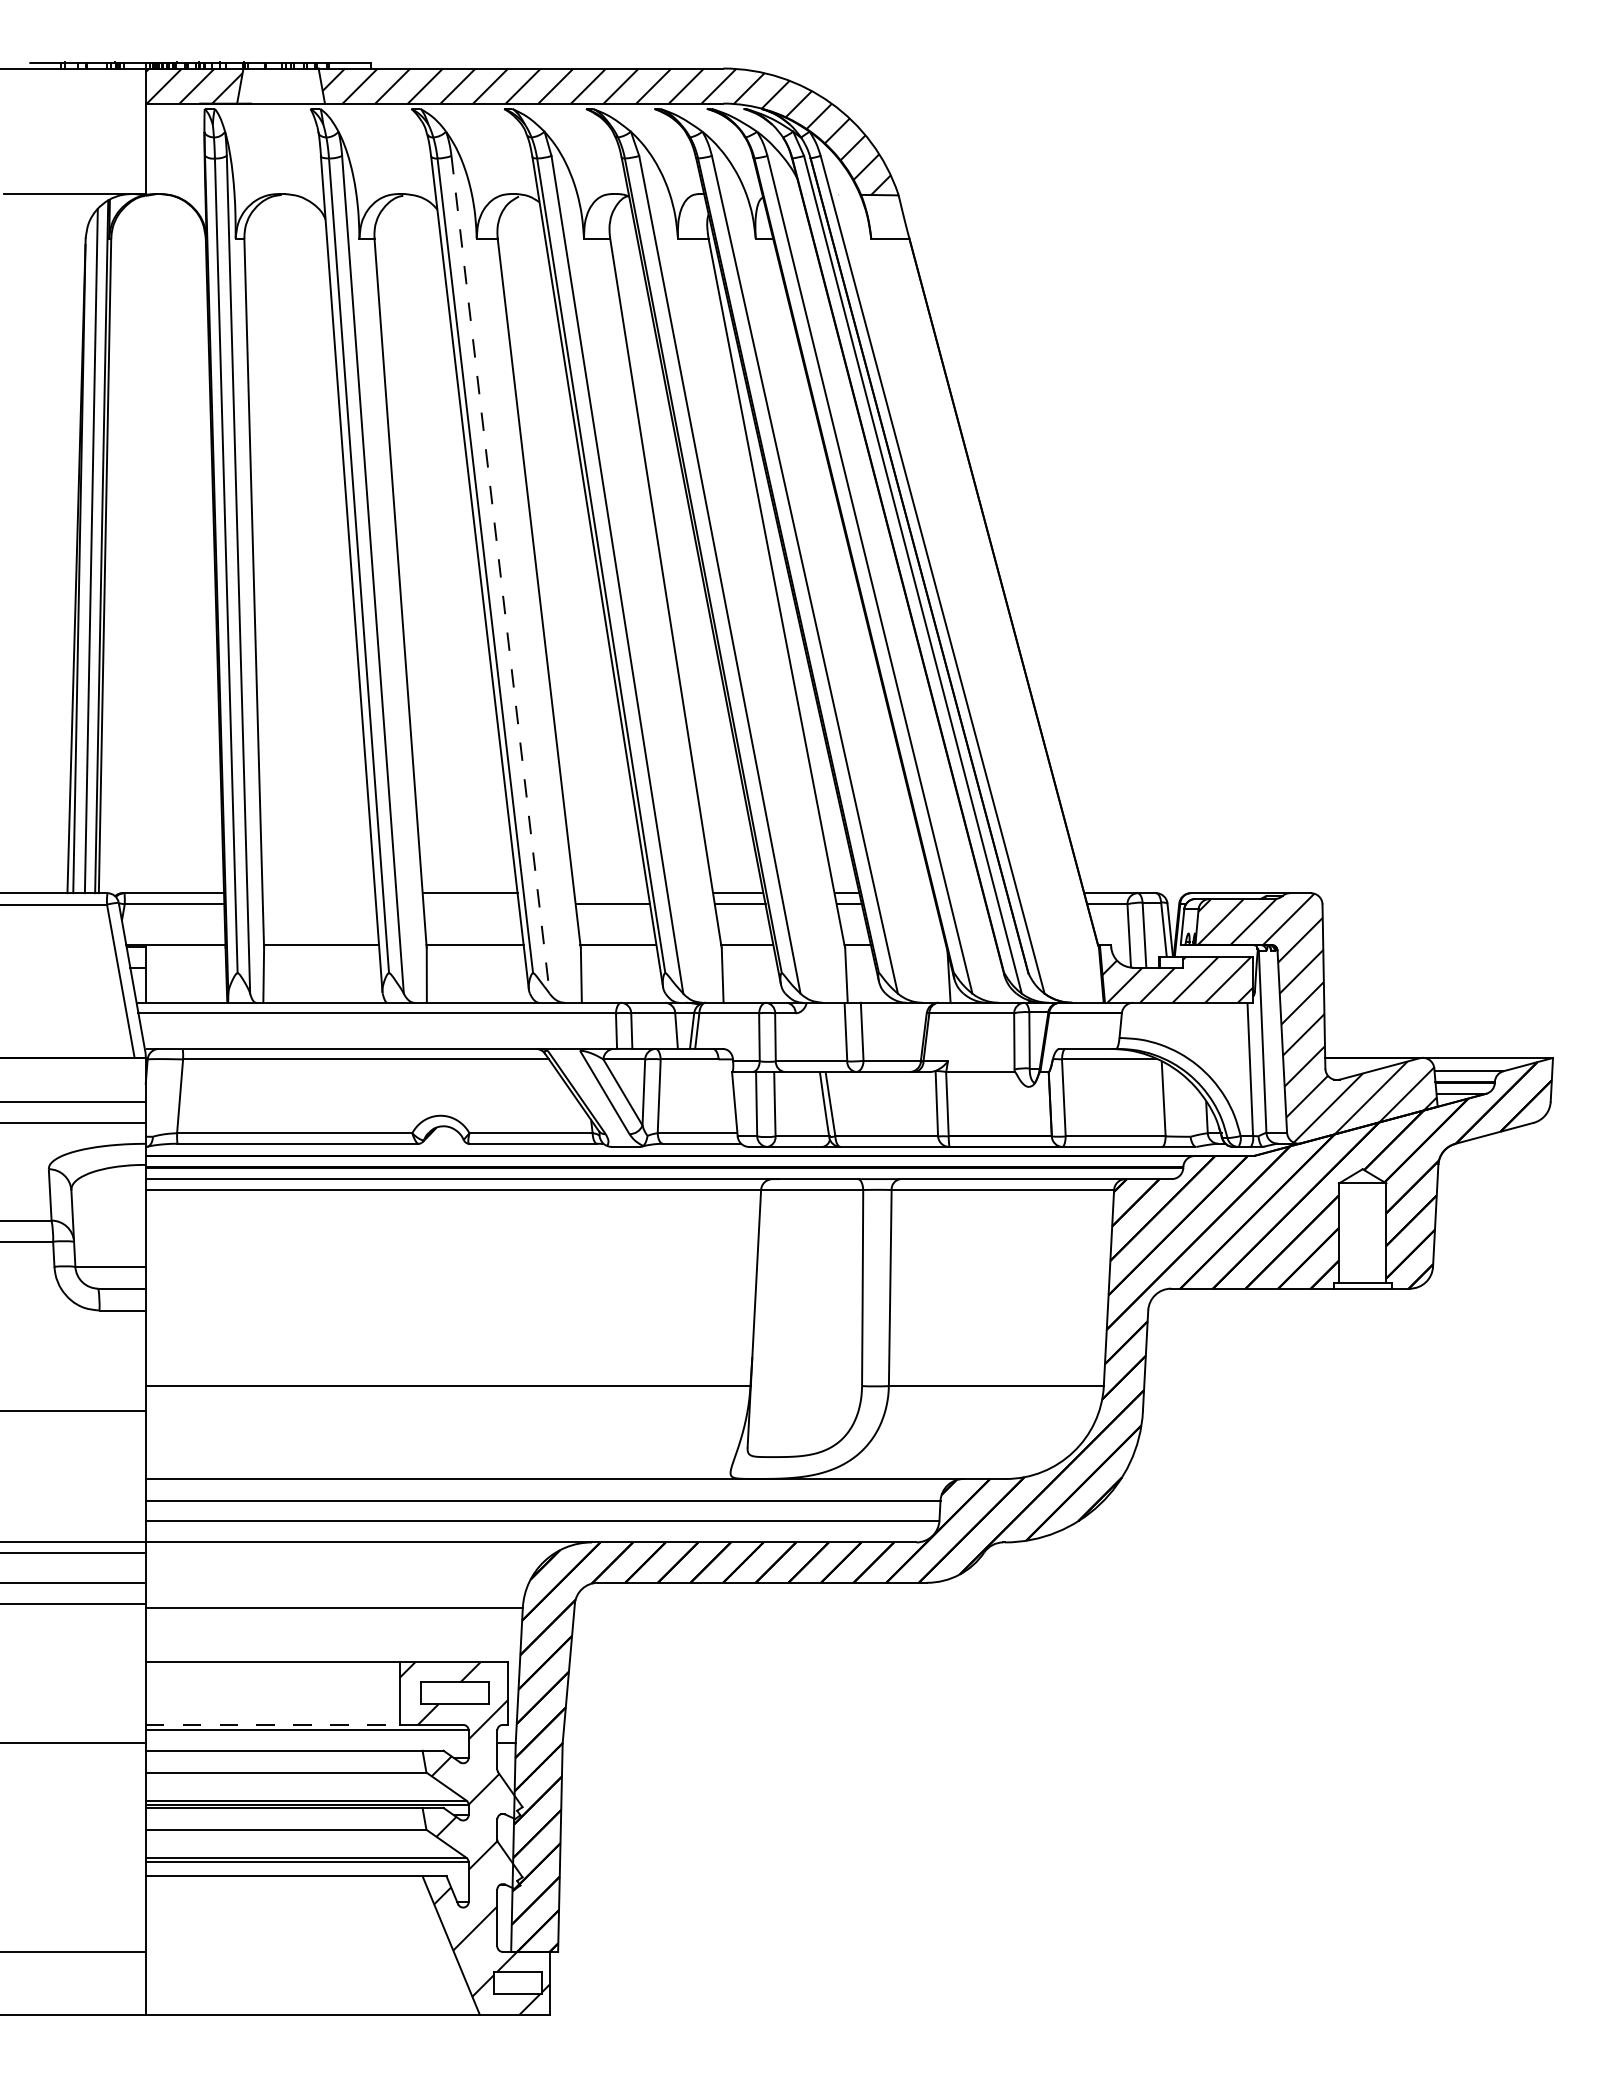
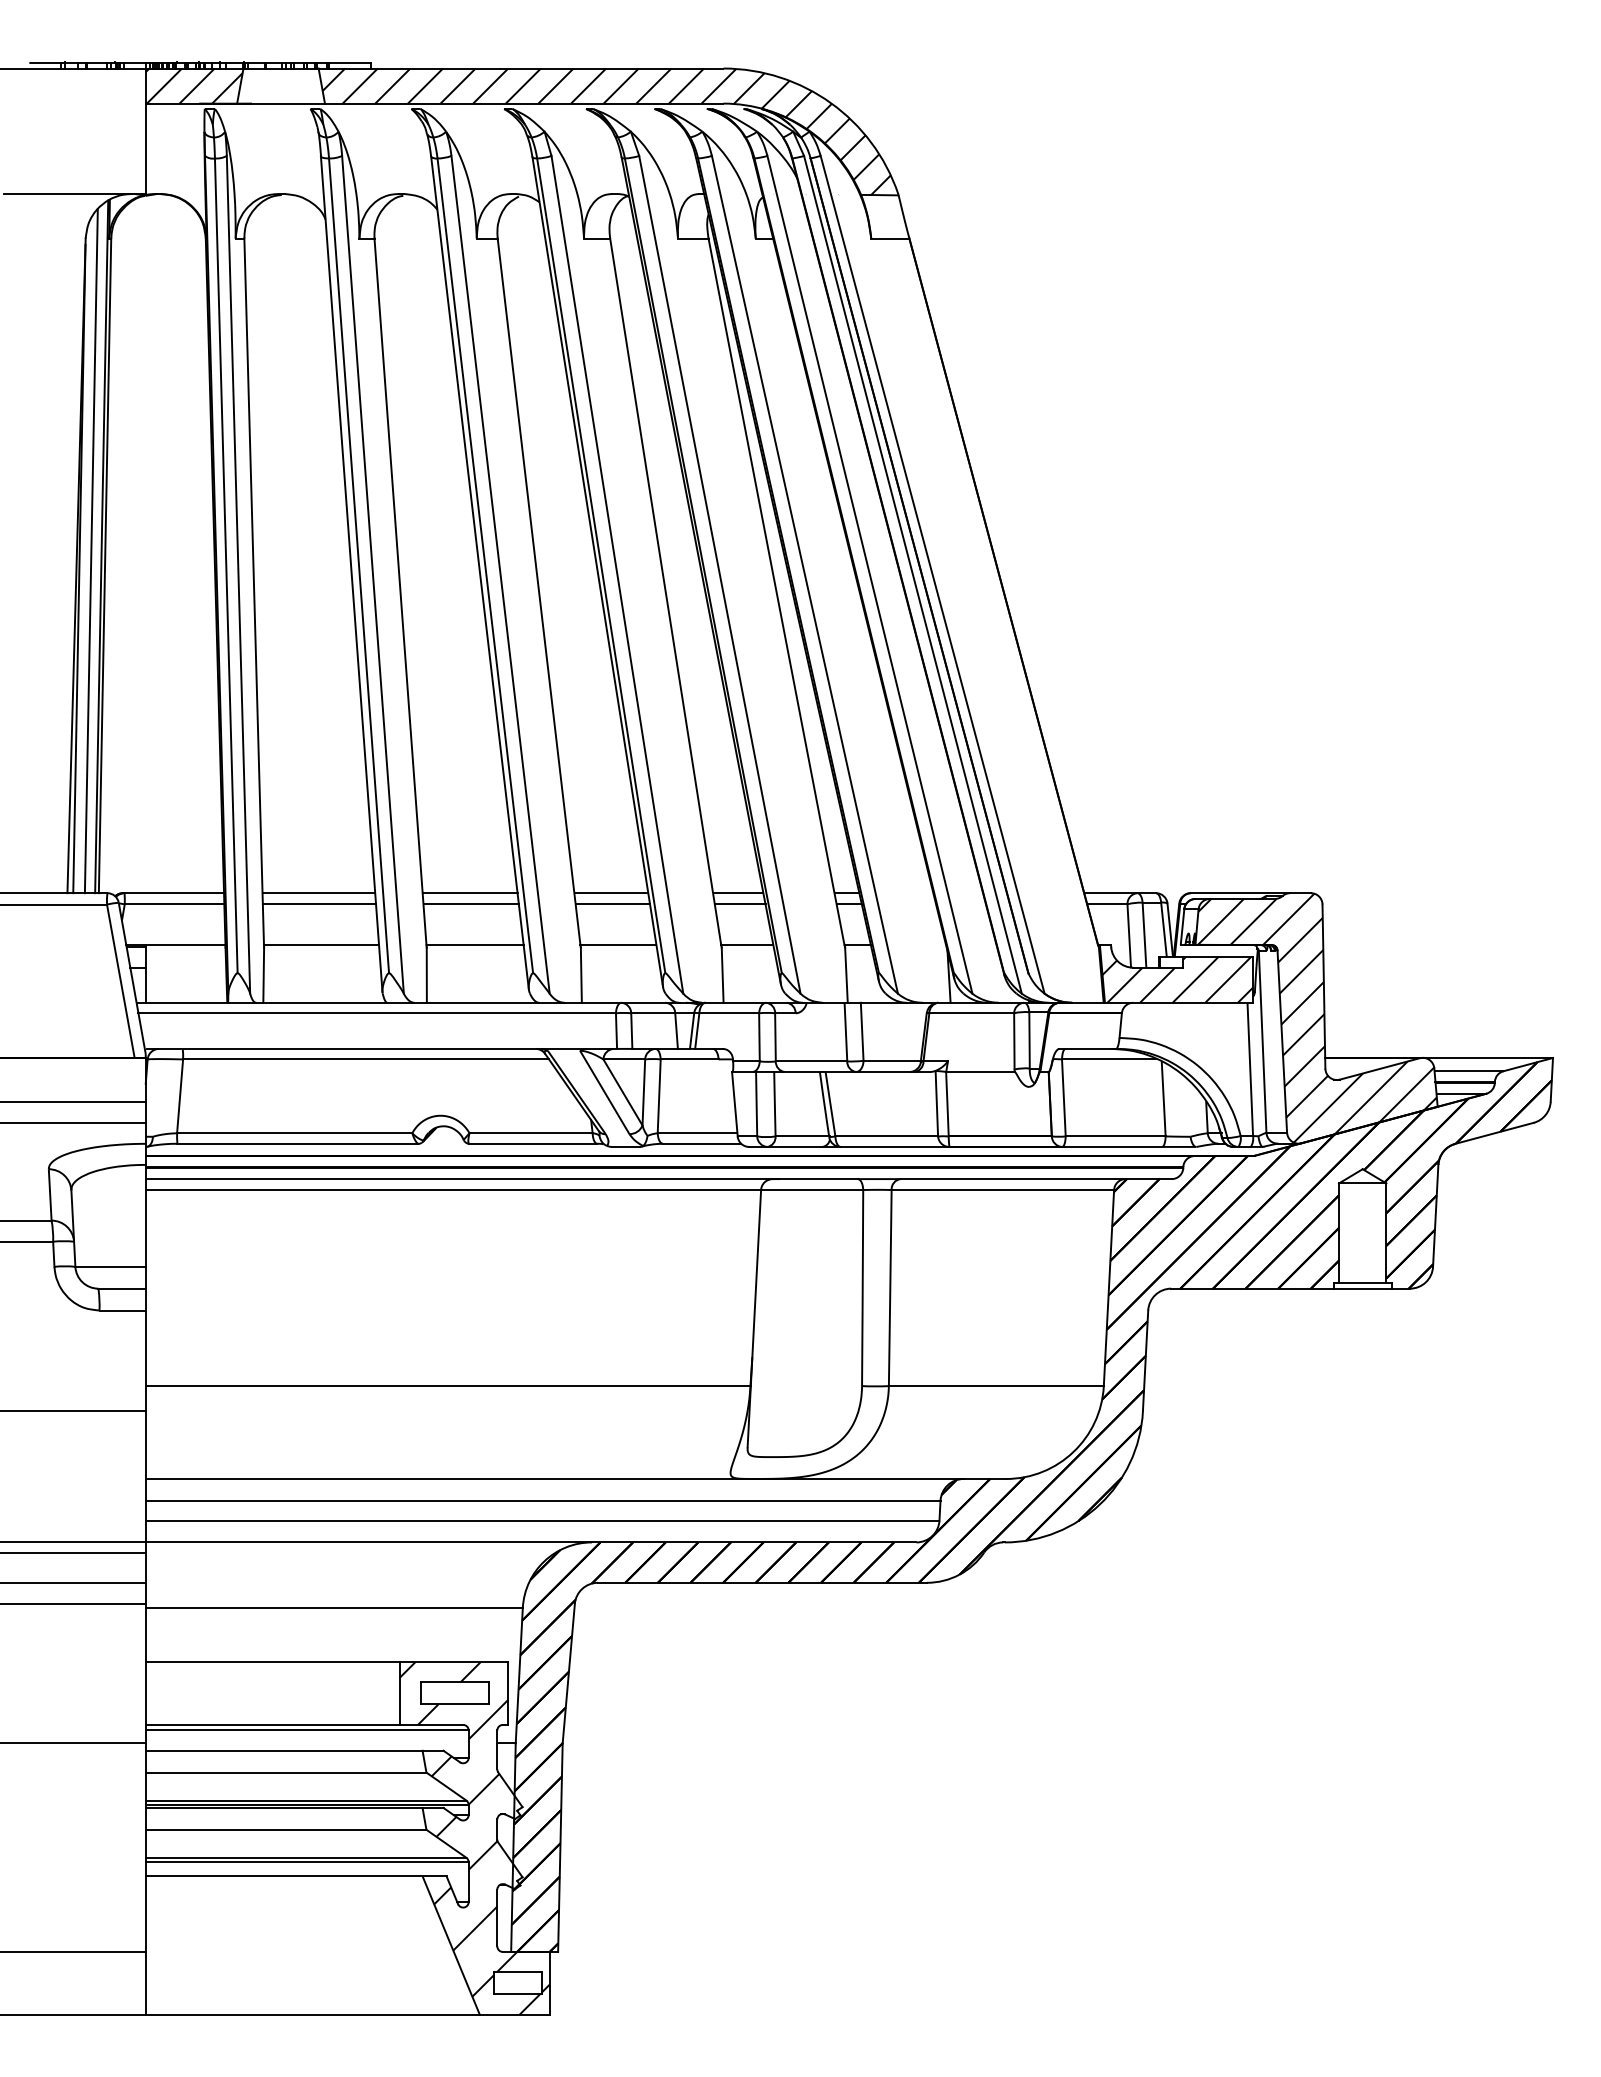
line at (500, 574): dashed -> solid
line at (318, 893): none -> present
line at (611, 893): none -> present
line at (319, 904): none -> present
line at (470, 904): none -> present
line at (272, 1724): dashed -> solid
